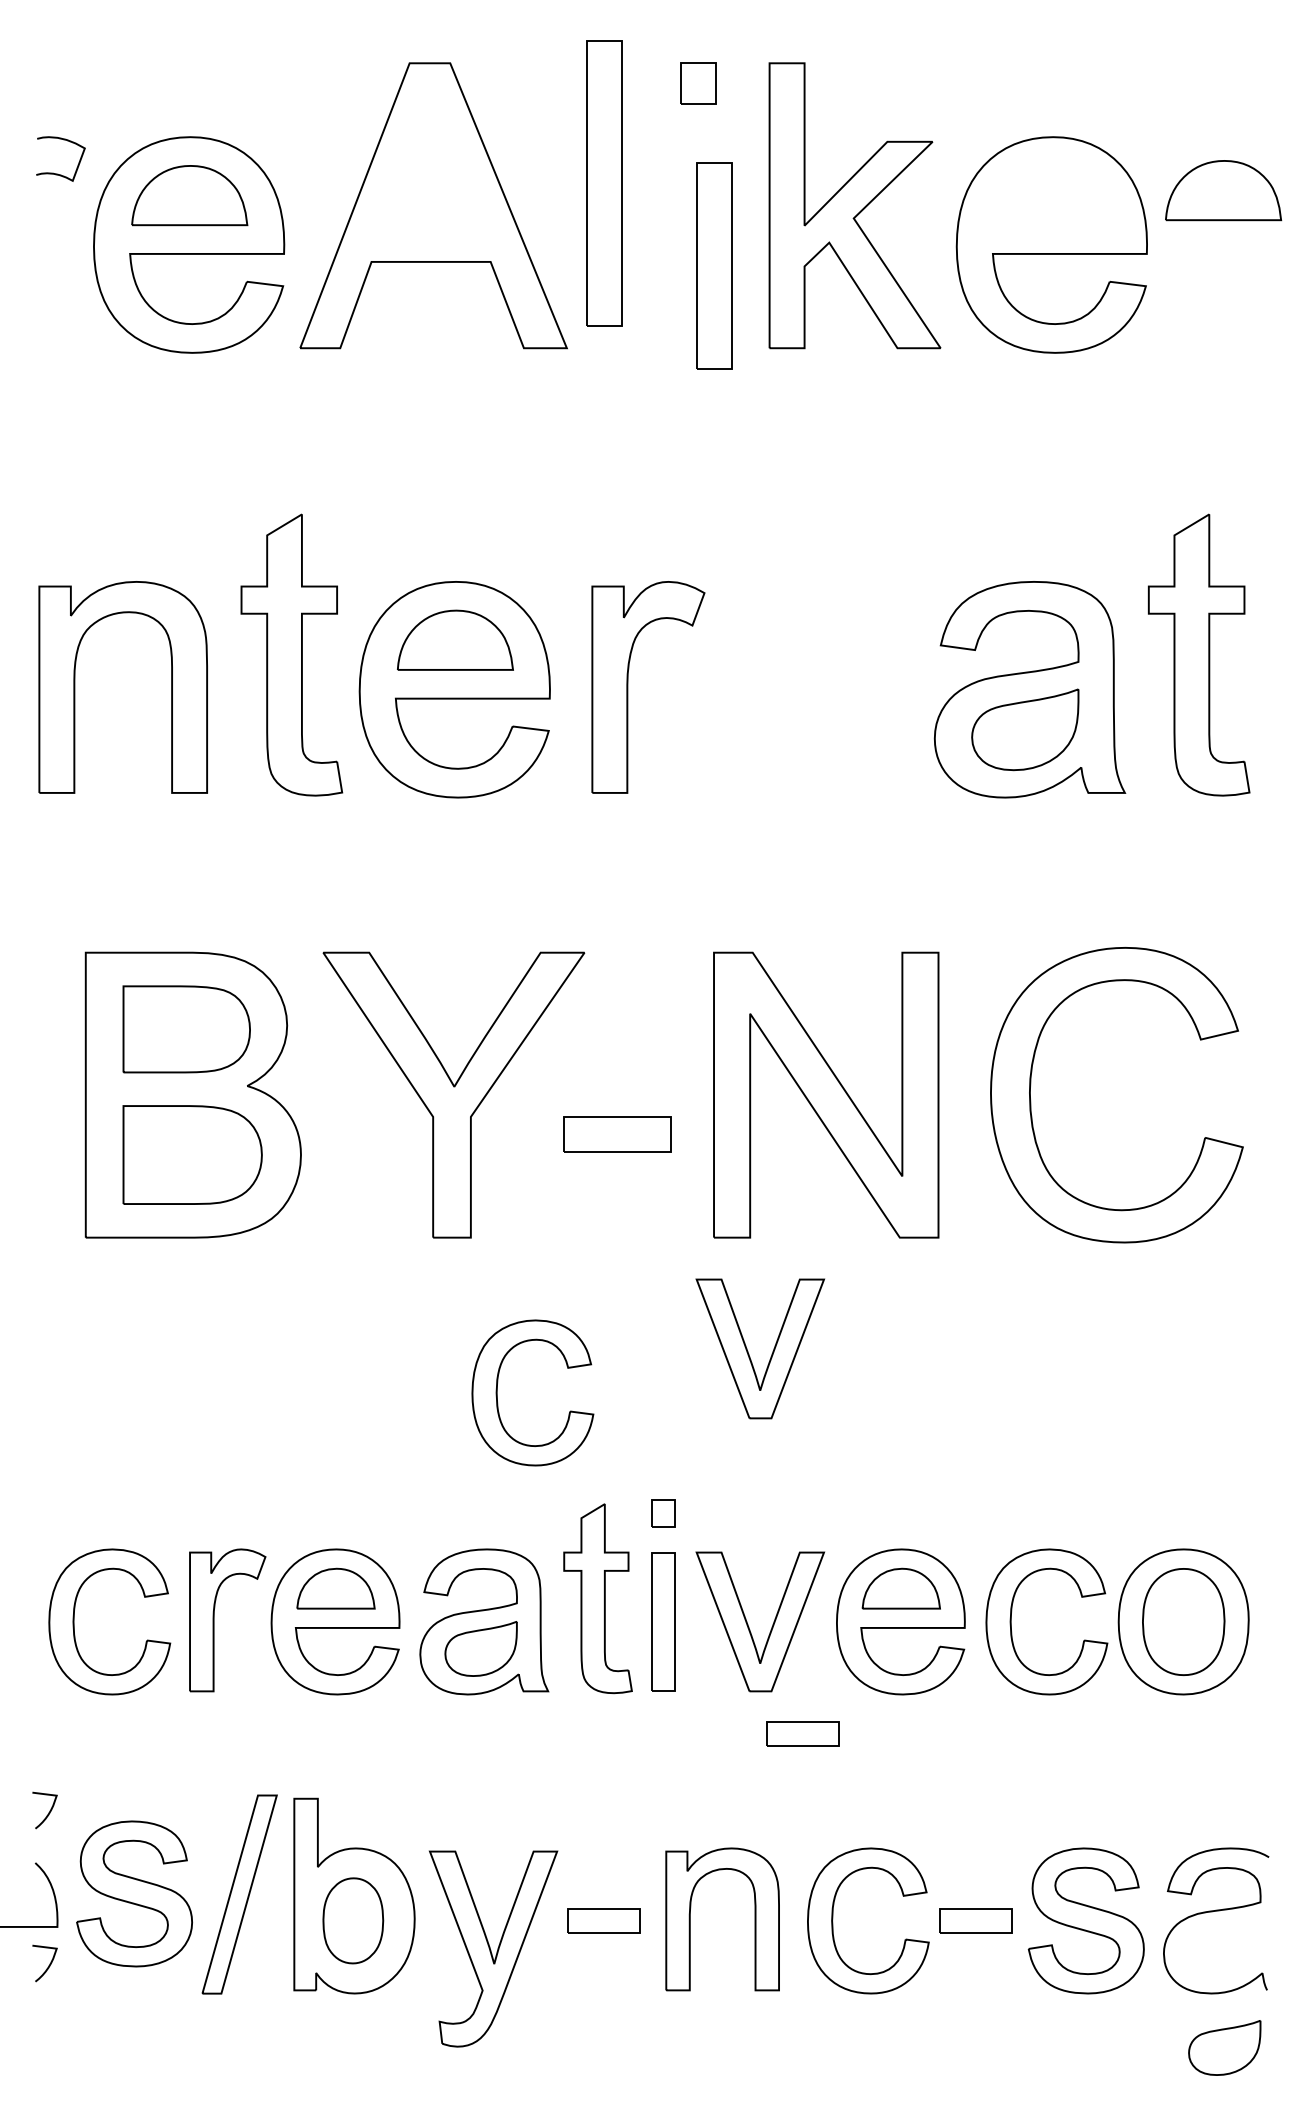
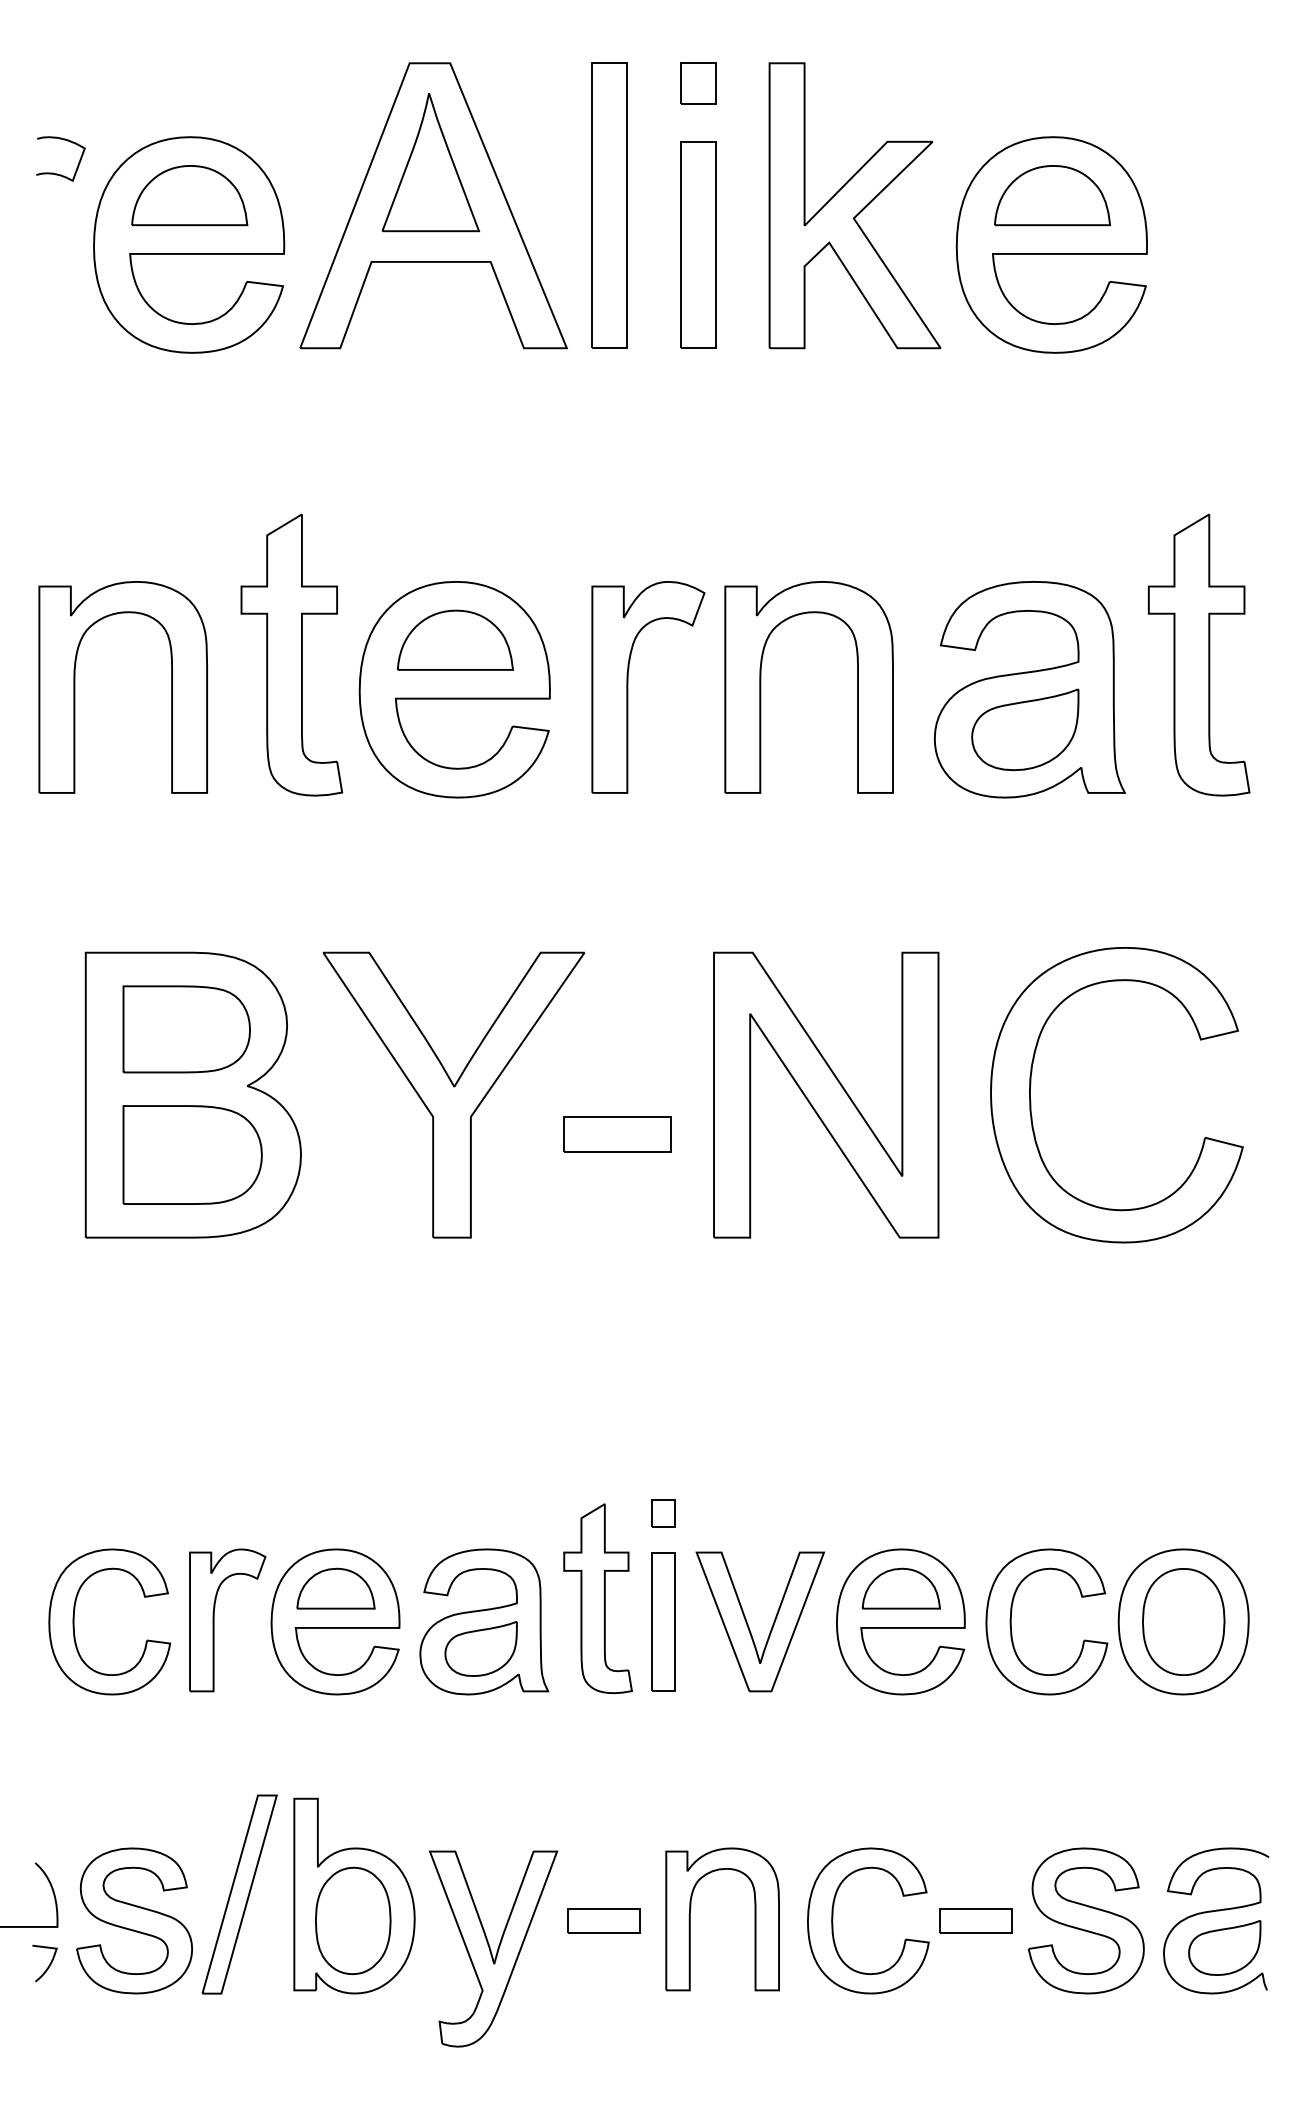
part at (430, 162): none -> present
part at (604, 183) position: (604, 183) -> (609, 205)
part at (1223, 190) position: (1223, 190) -> (1052, 195)
part at (714, 265) position: (714, 265) -> (698, 244)
part at (761, 687): none -> present
part at (771, 1353): present -> none
part at (497, 1392): present -> none
part at (802, 1733): present -> none
curve at (48, 1812): present -> none
part at (134, 1893) position: (134, 1893) -> (134, 1920)
part at (353, 1920) size: 63x88 px -> 77x109 px
part at (1224, 2047) position: (1224, 2047) -> (1224, 1947)
